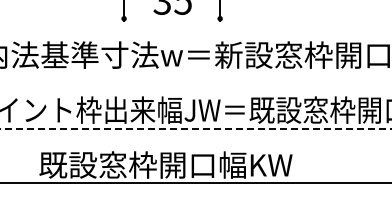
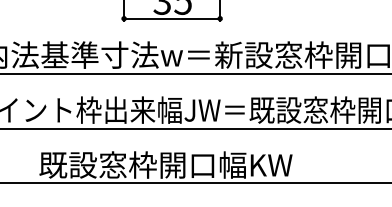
line at (172, 18): none -> present
line at (195, 73): none -> present
line at (196, 128): dashed -> solid
